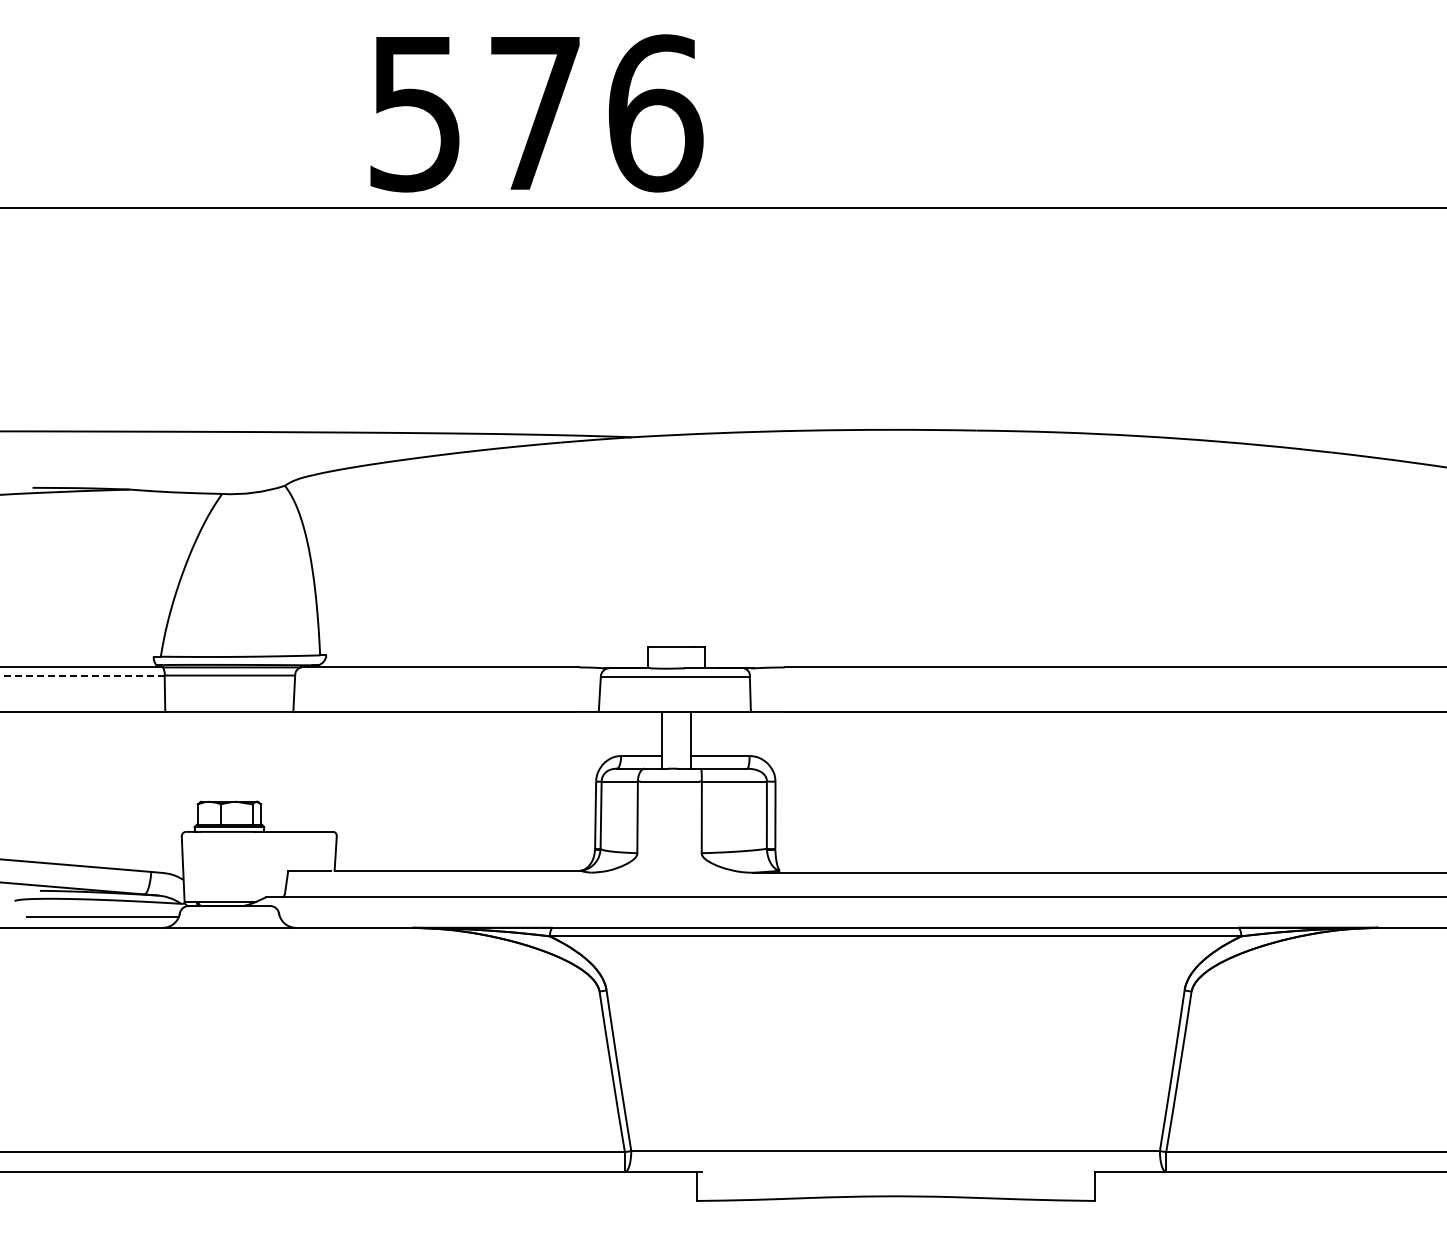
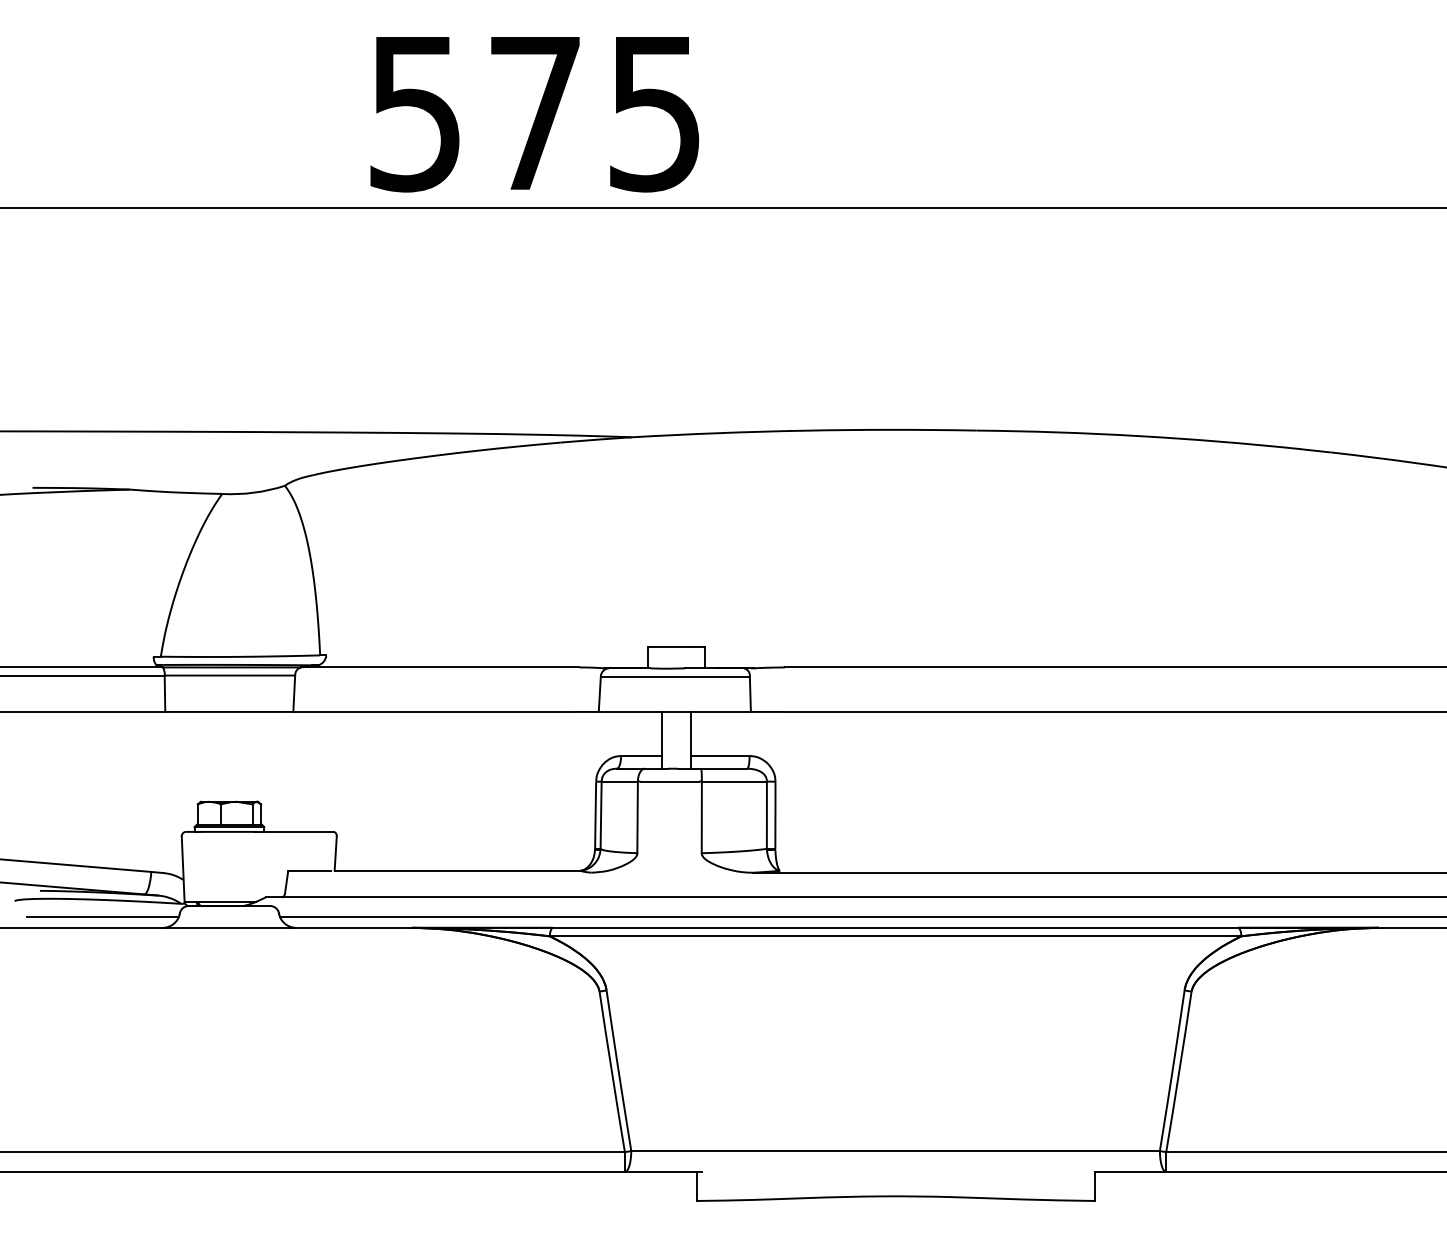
text at (655, 113): 576 -> 575
line at (81, 675): dashed -> solid
line at (861, 916): none -> present
